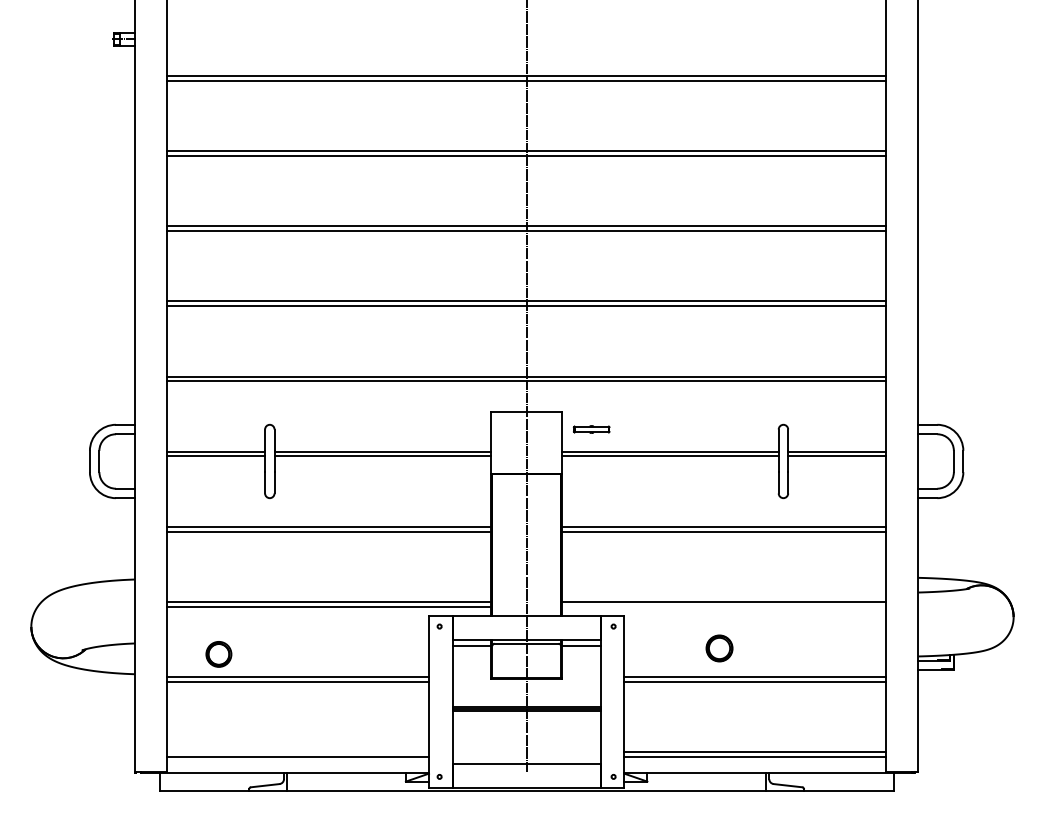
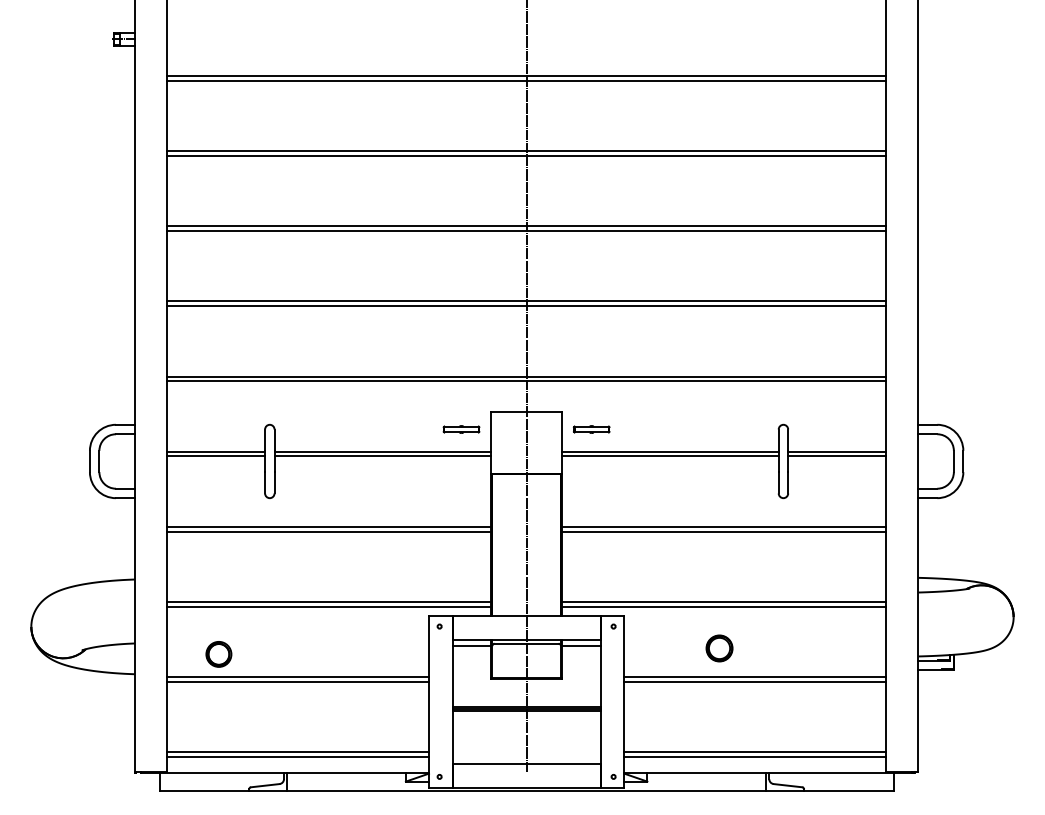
part at (461, 429): none -> present
line at (724, 606): none -> present
line at (297, 752): none -> present
